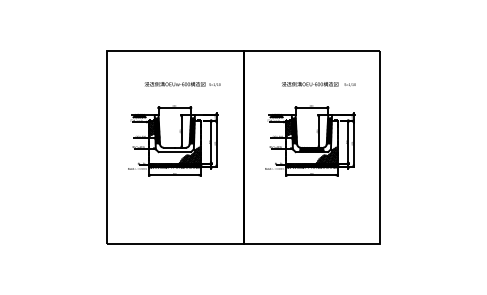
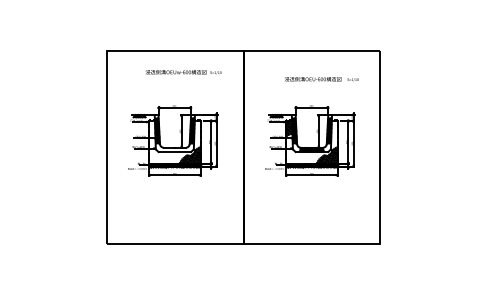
text at (182, 84) position: (182, 84) -> (183, 72)
text at (318, 84) position: (318, 84) -> (321, 79)
hatch at (152, 128): present -> none
